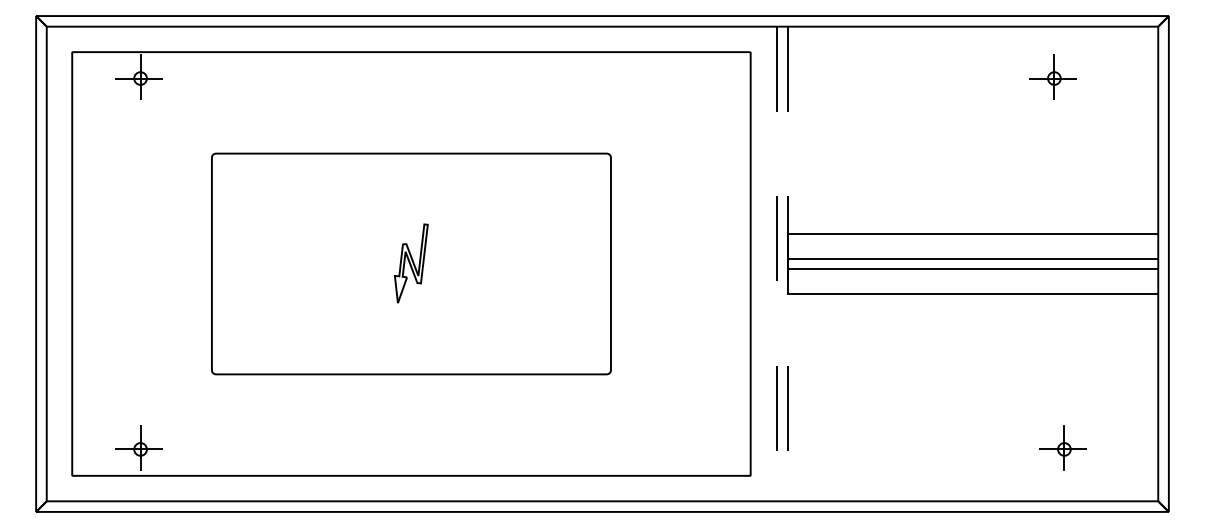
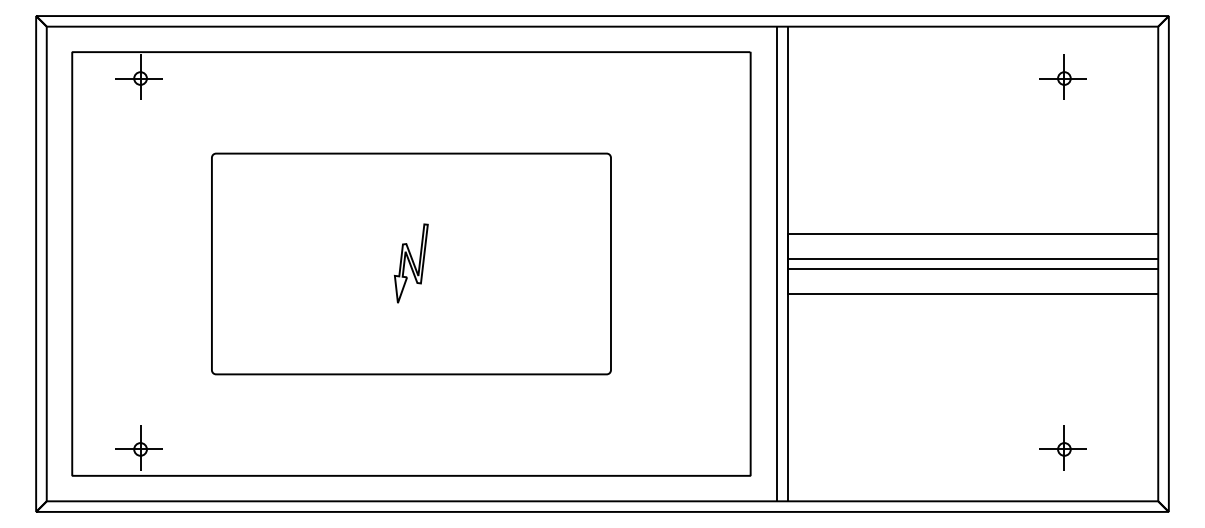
part at (1052, 76) position: (1052, 76) -> (1062, 76)
line at (776, 264): dashed -> solid
line at (787, 264): dashed -> solid
